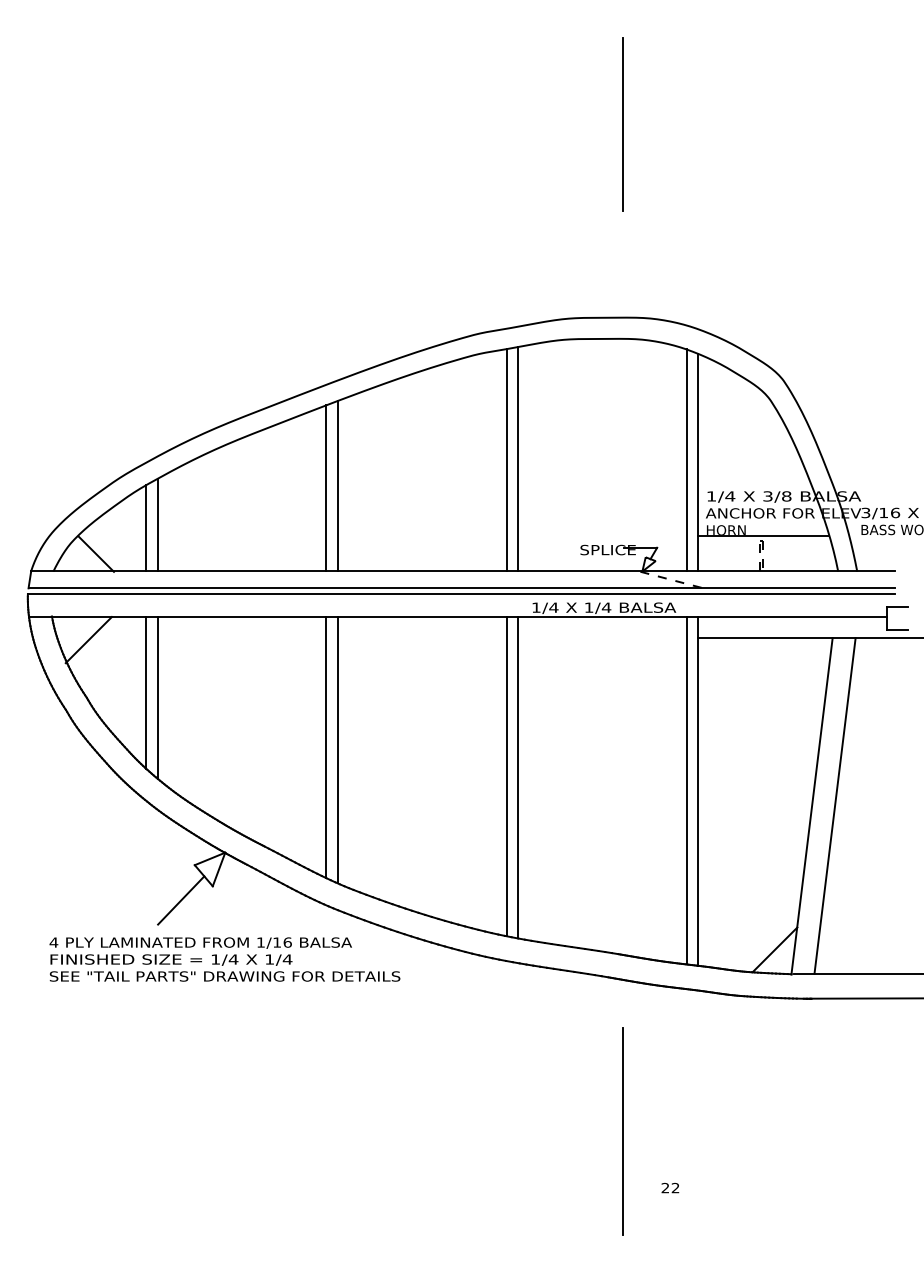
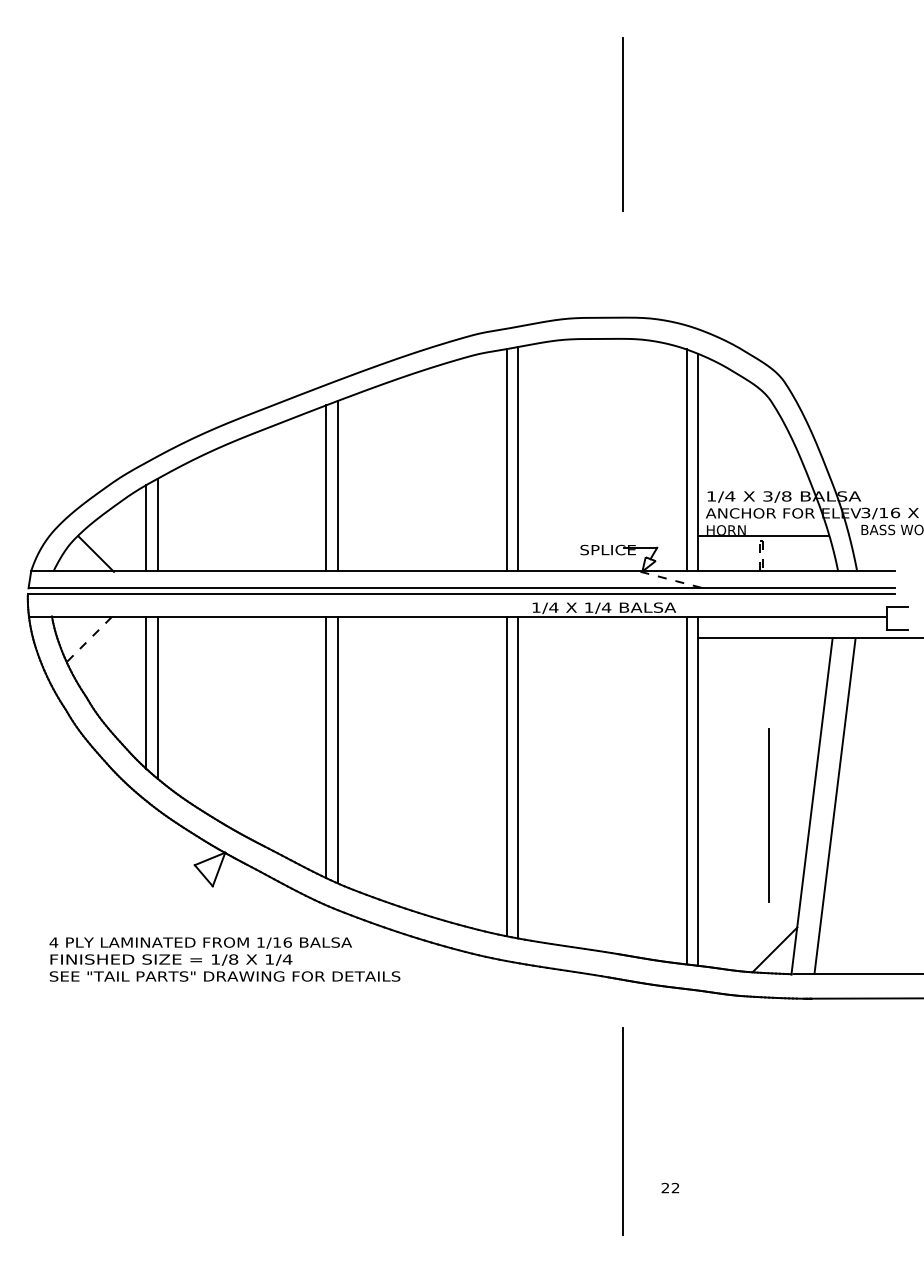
line at (88, 640): solid -> dashed
line at (768, 815): none -> present
line at (181, 900): present -> none
text at (233, 959): 1/4 -> 1/8
